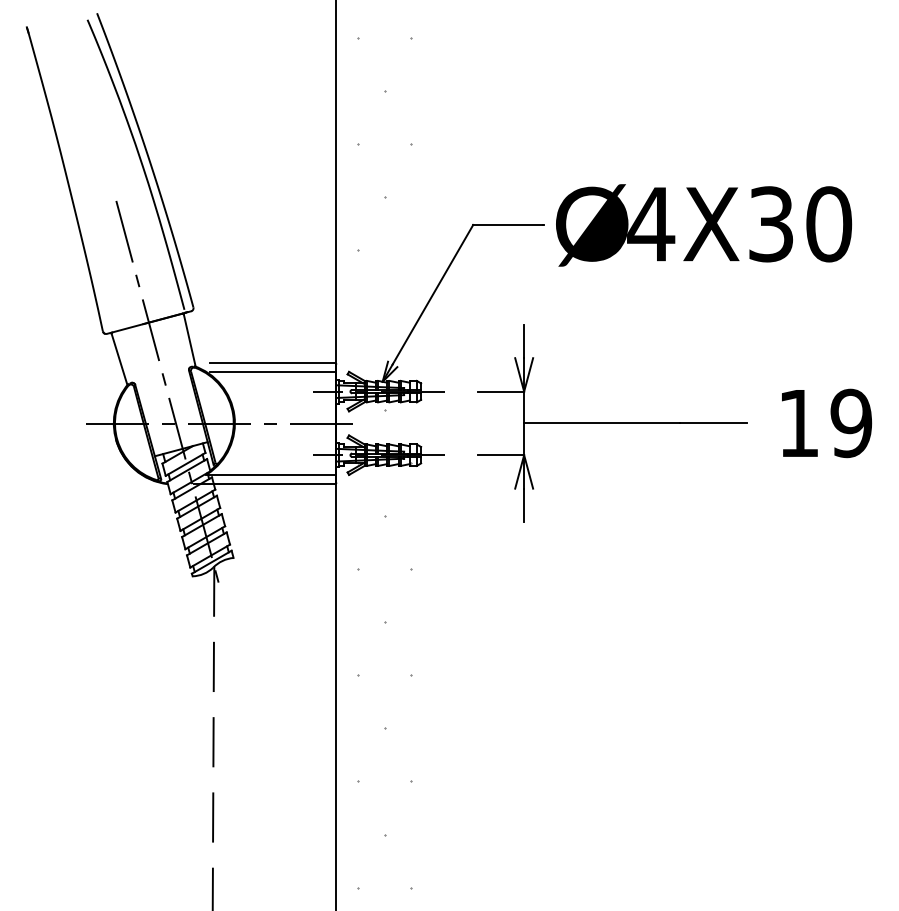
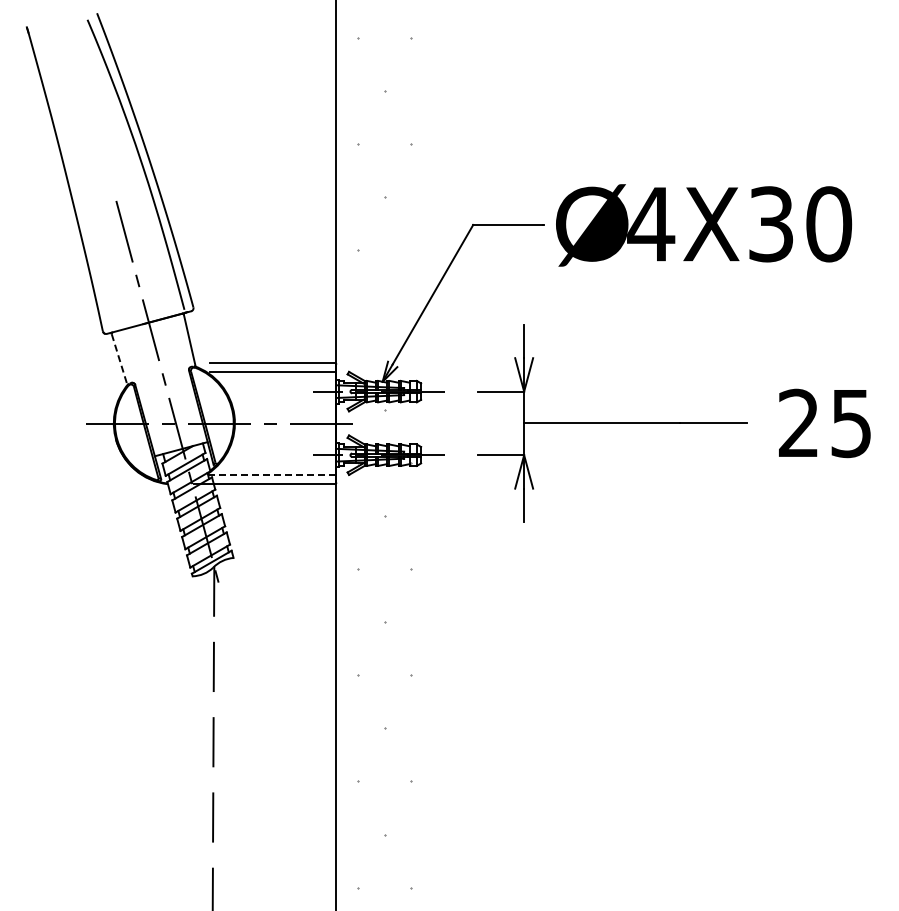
line at (119, 359): solid -> dashed
text at (825, 422): 19 -> 25
line at (270, 474): solid -> dashed
